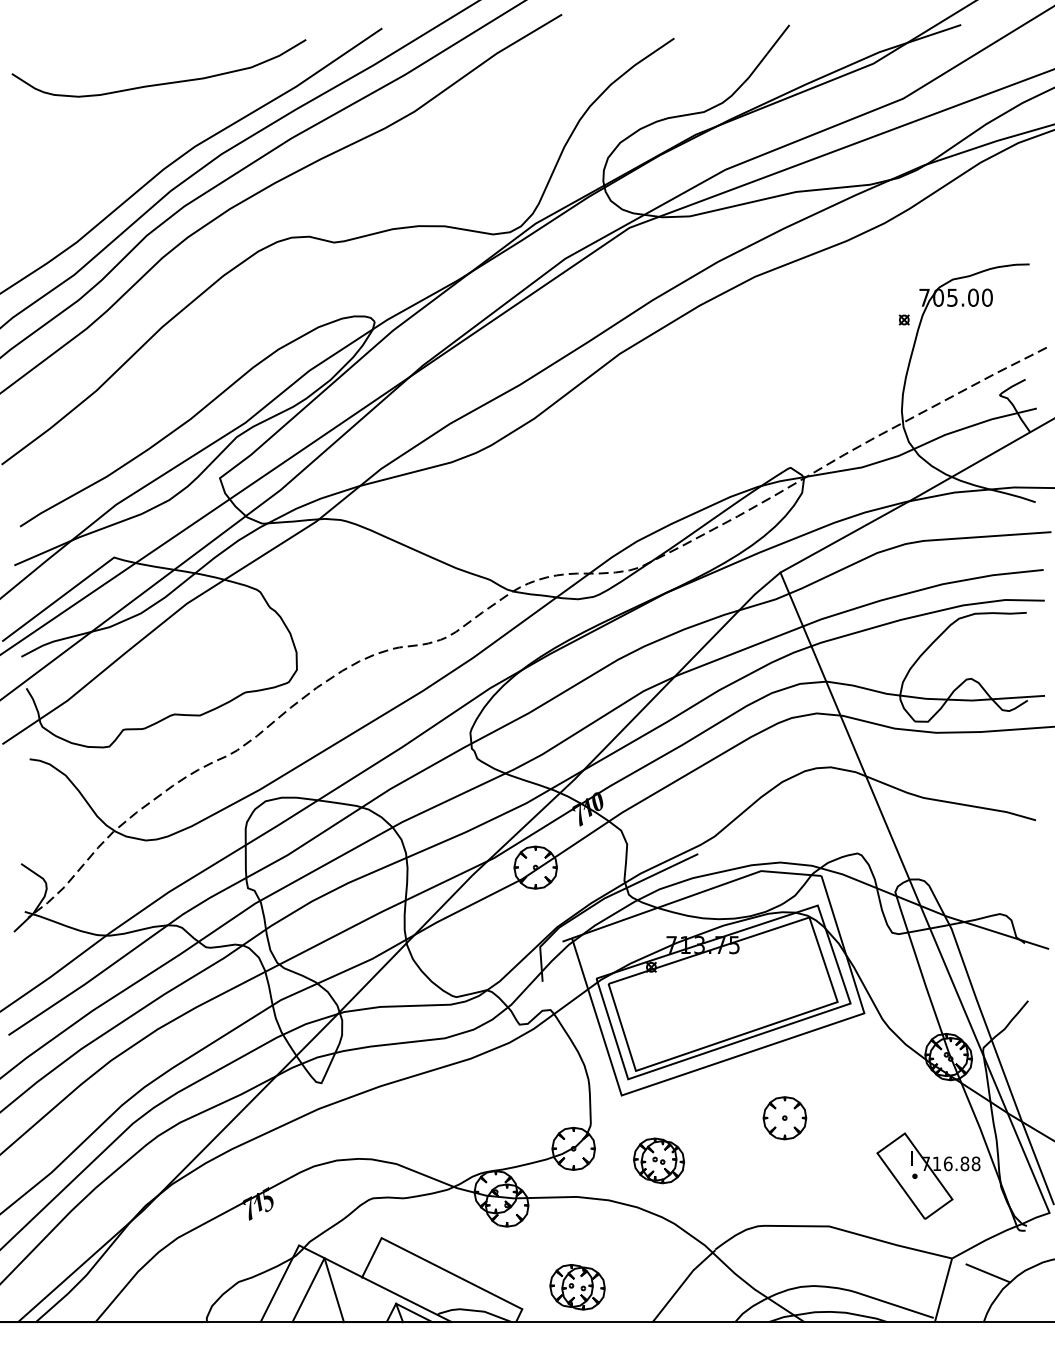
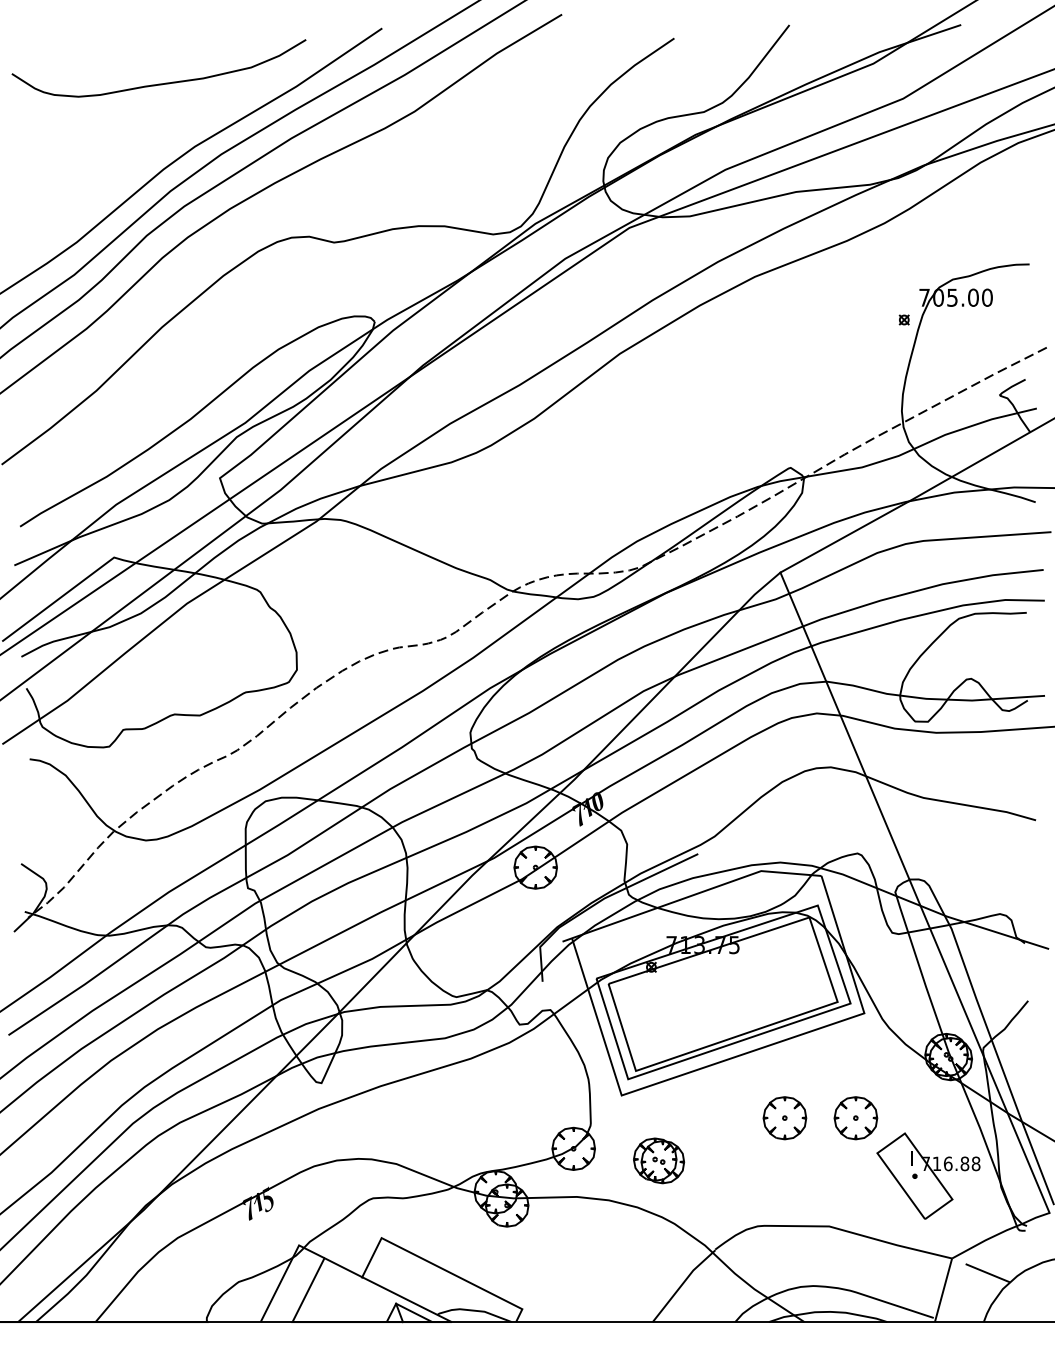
part at (855, 1118): none -> present
part at (577, 1287): present -> none
line at (333, 1290): present -> none
